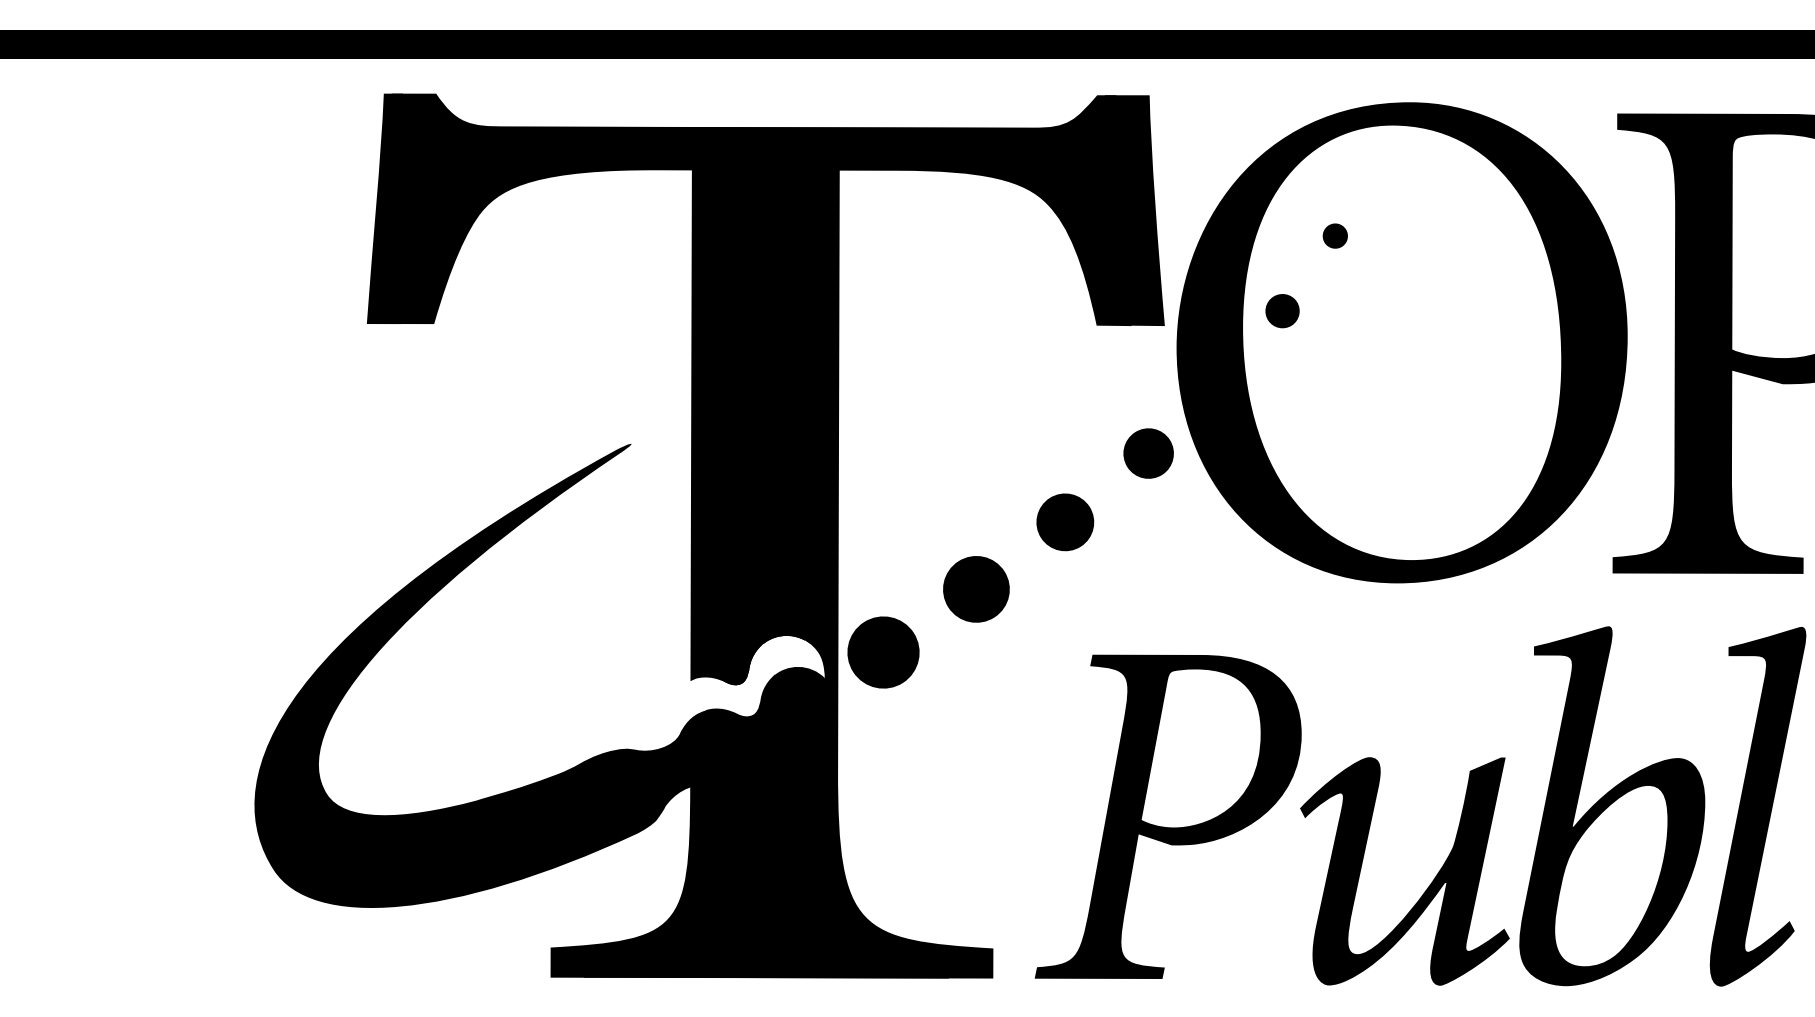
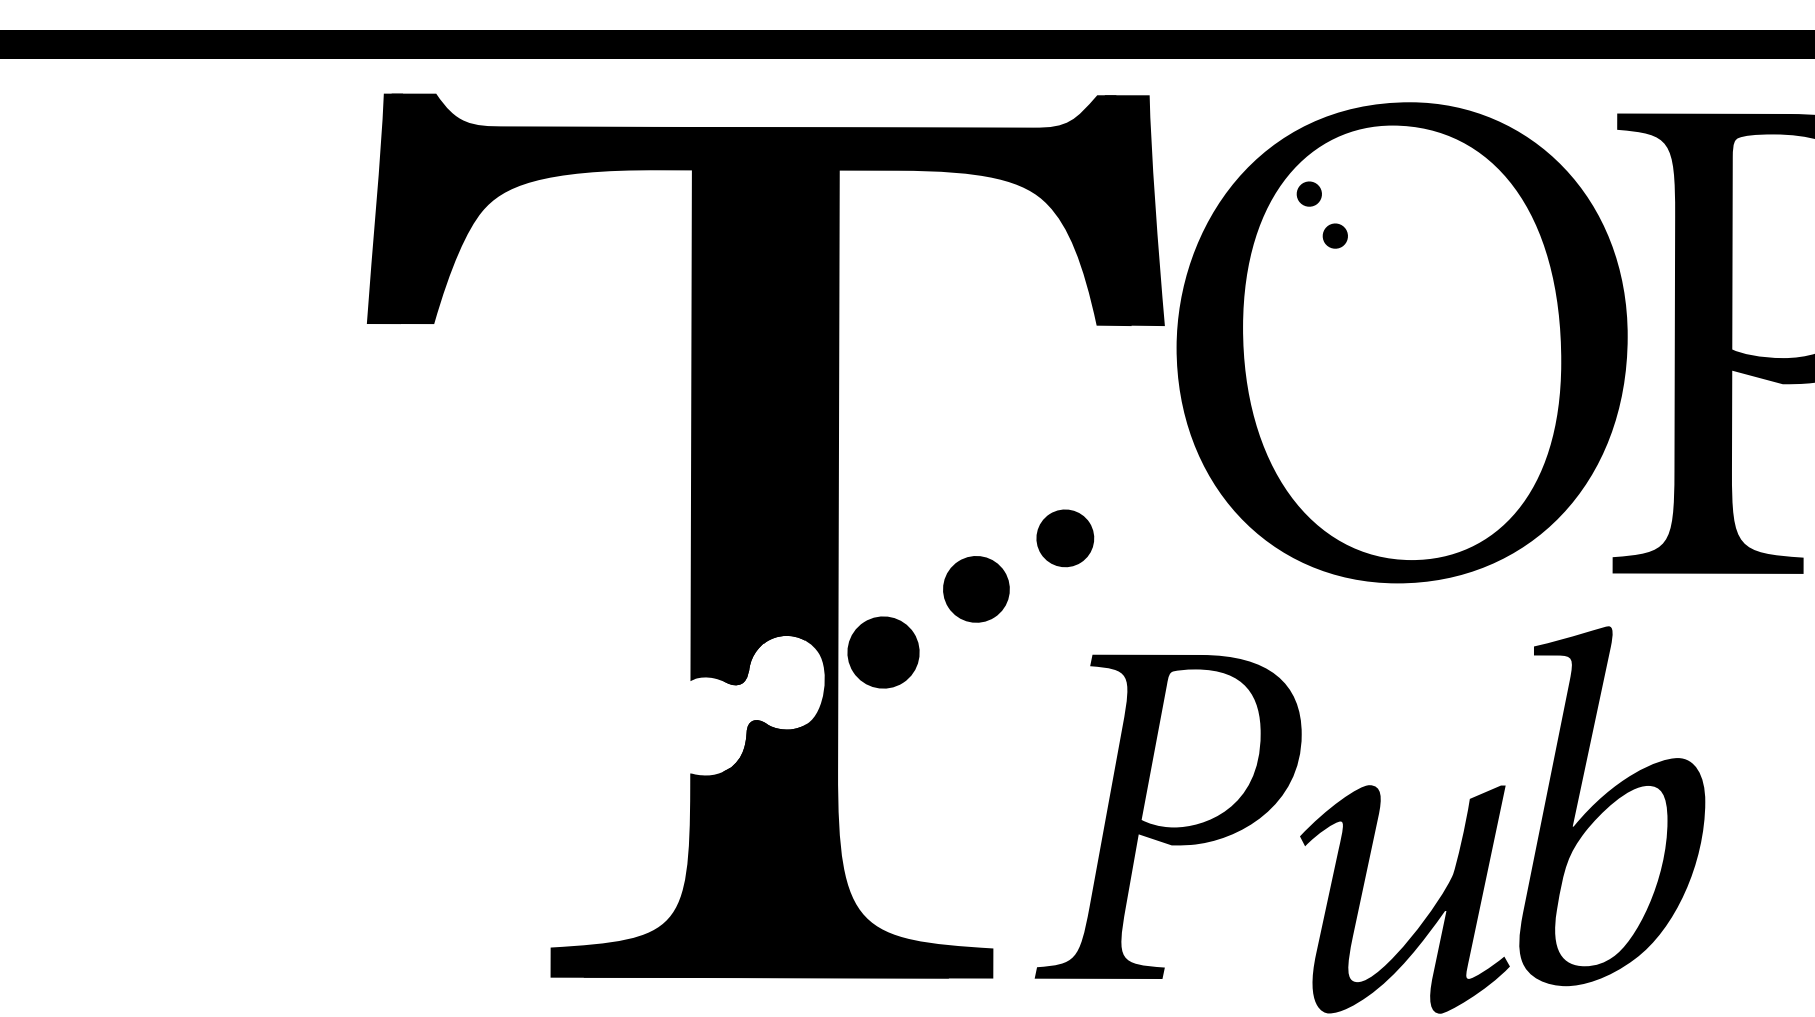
part at (1308, 193): none -> present
fill at (1282, 311): present -> none
part at (1148, 453): present -> none
part at (1065, 522) position: (1065, 522) -> (1065, 538)
fill at (544, 675): present -> none
fill at (1757, 806): present -> none
part at (1427, 887) position: (1427, 887) -> (1427, 915)
